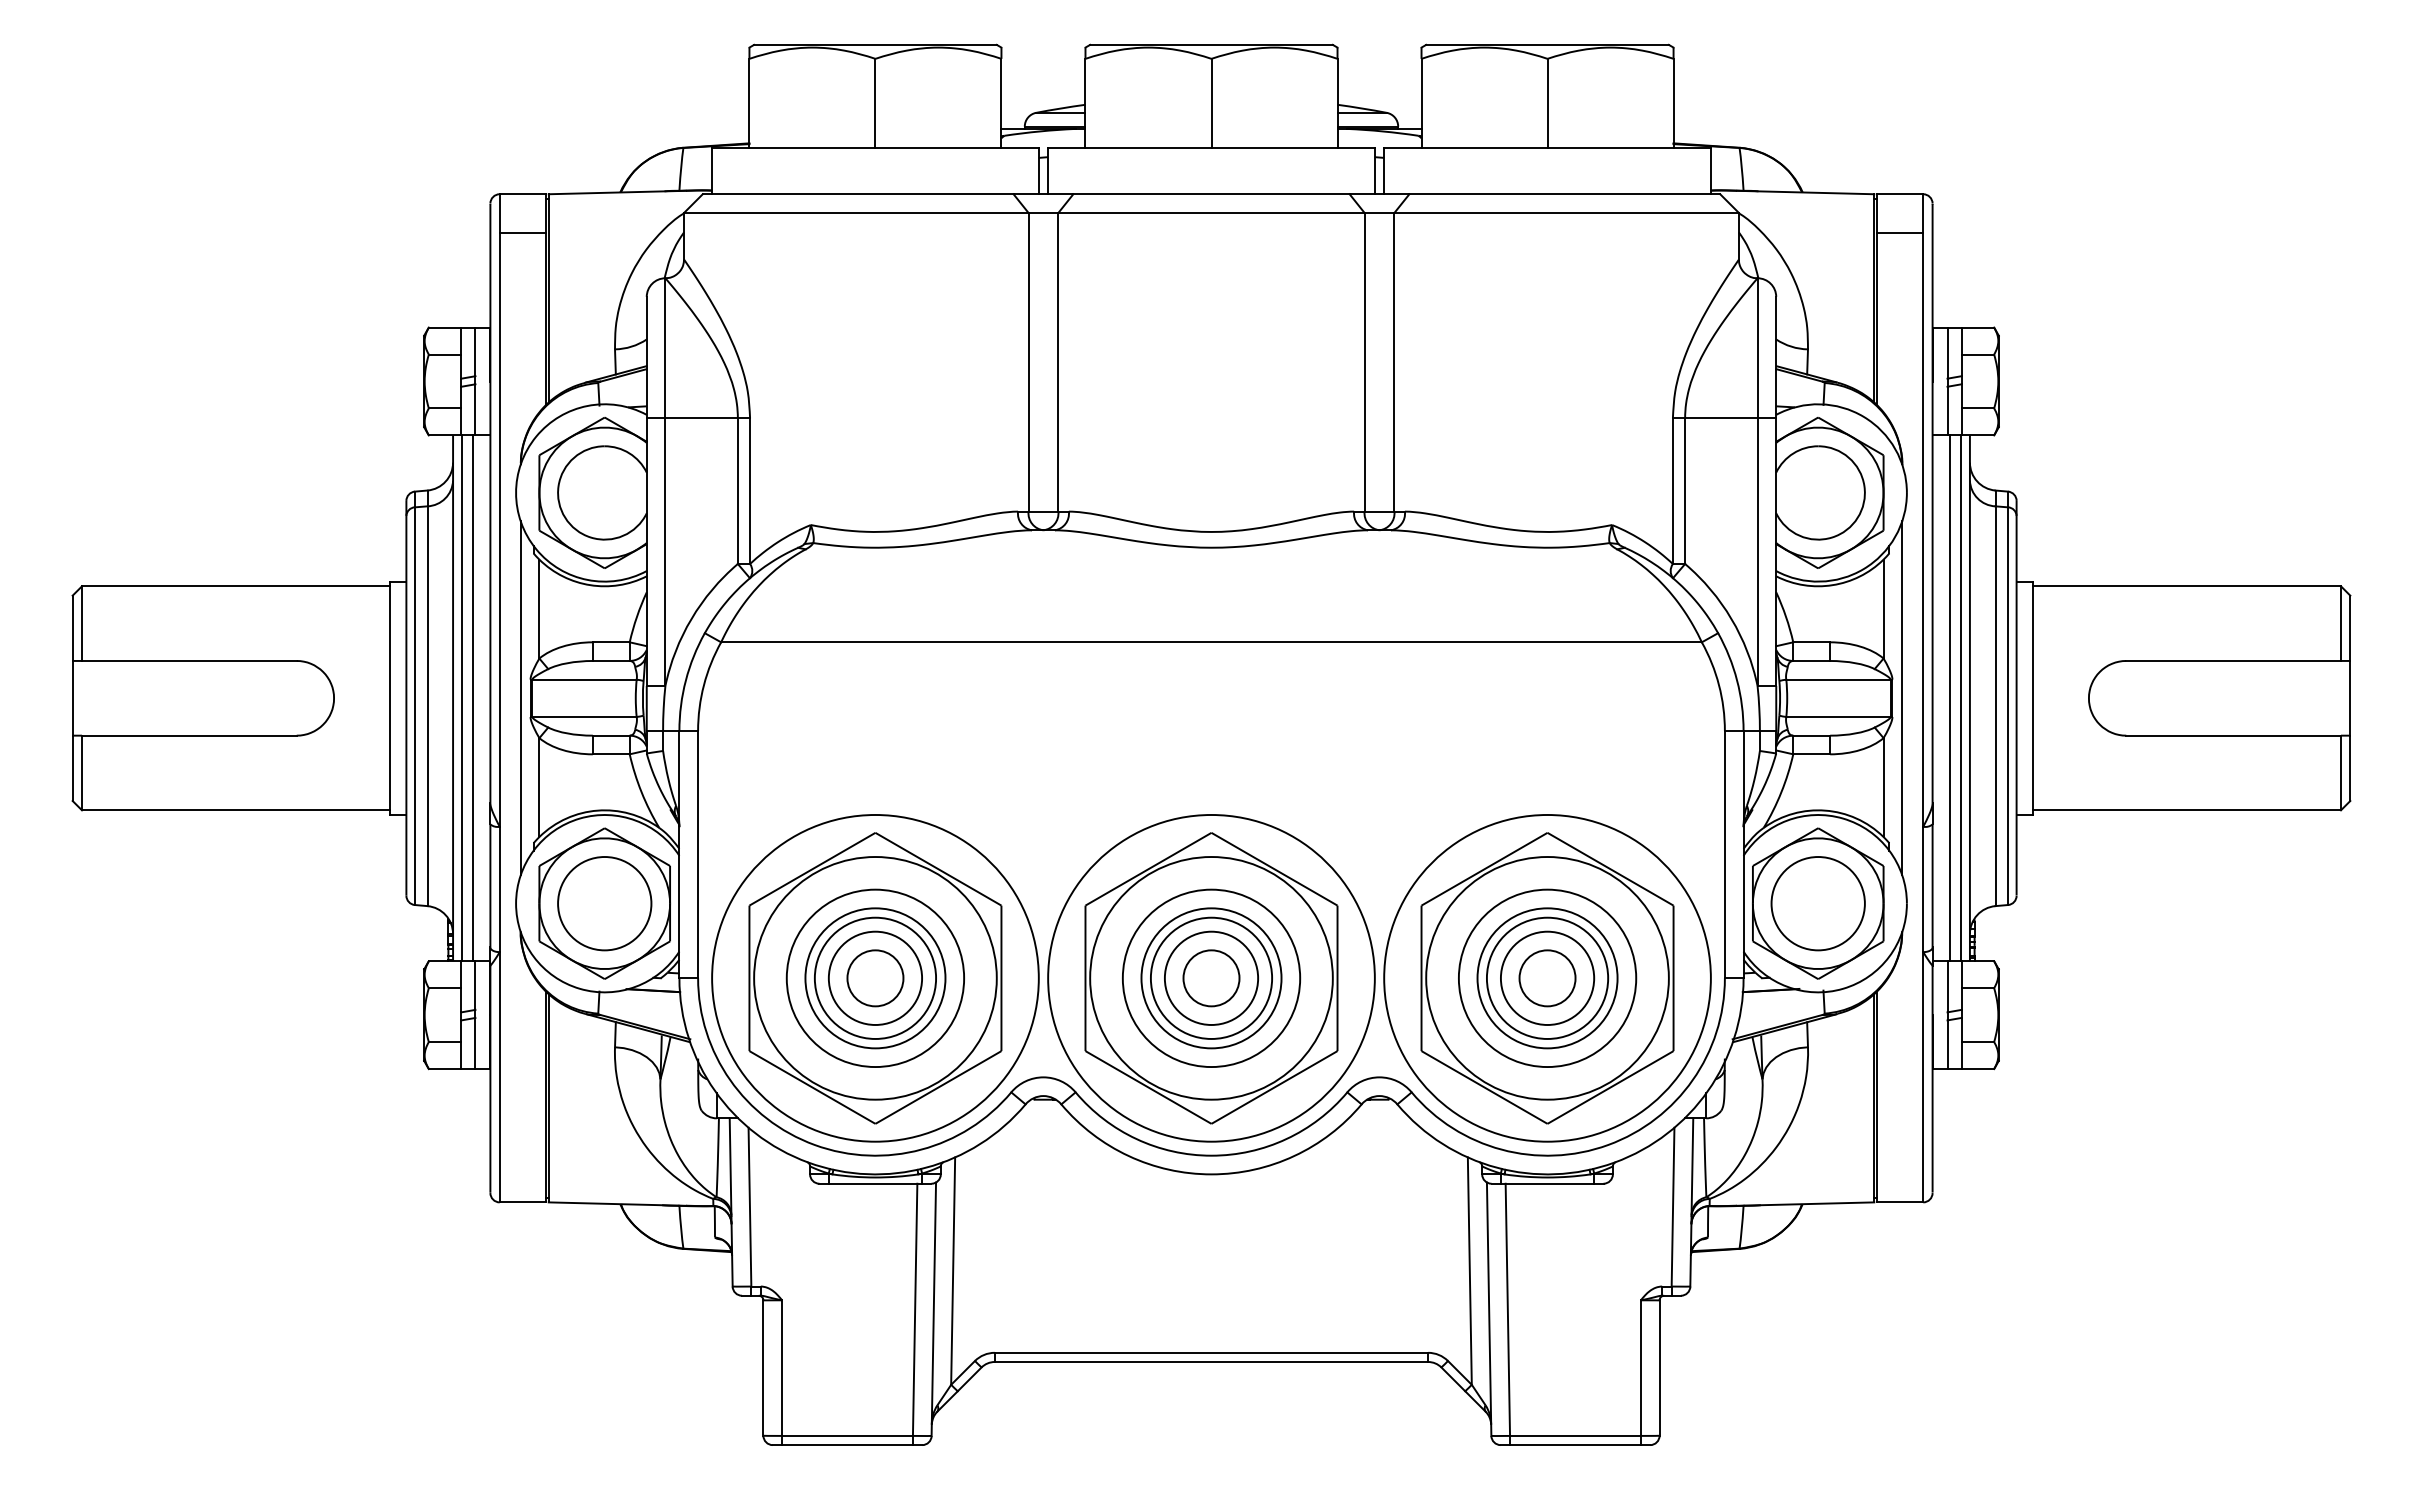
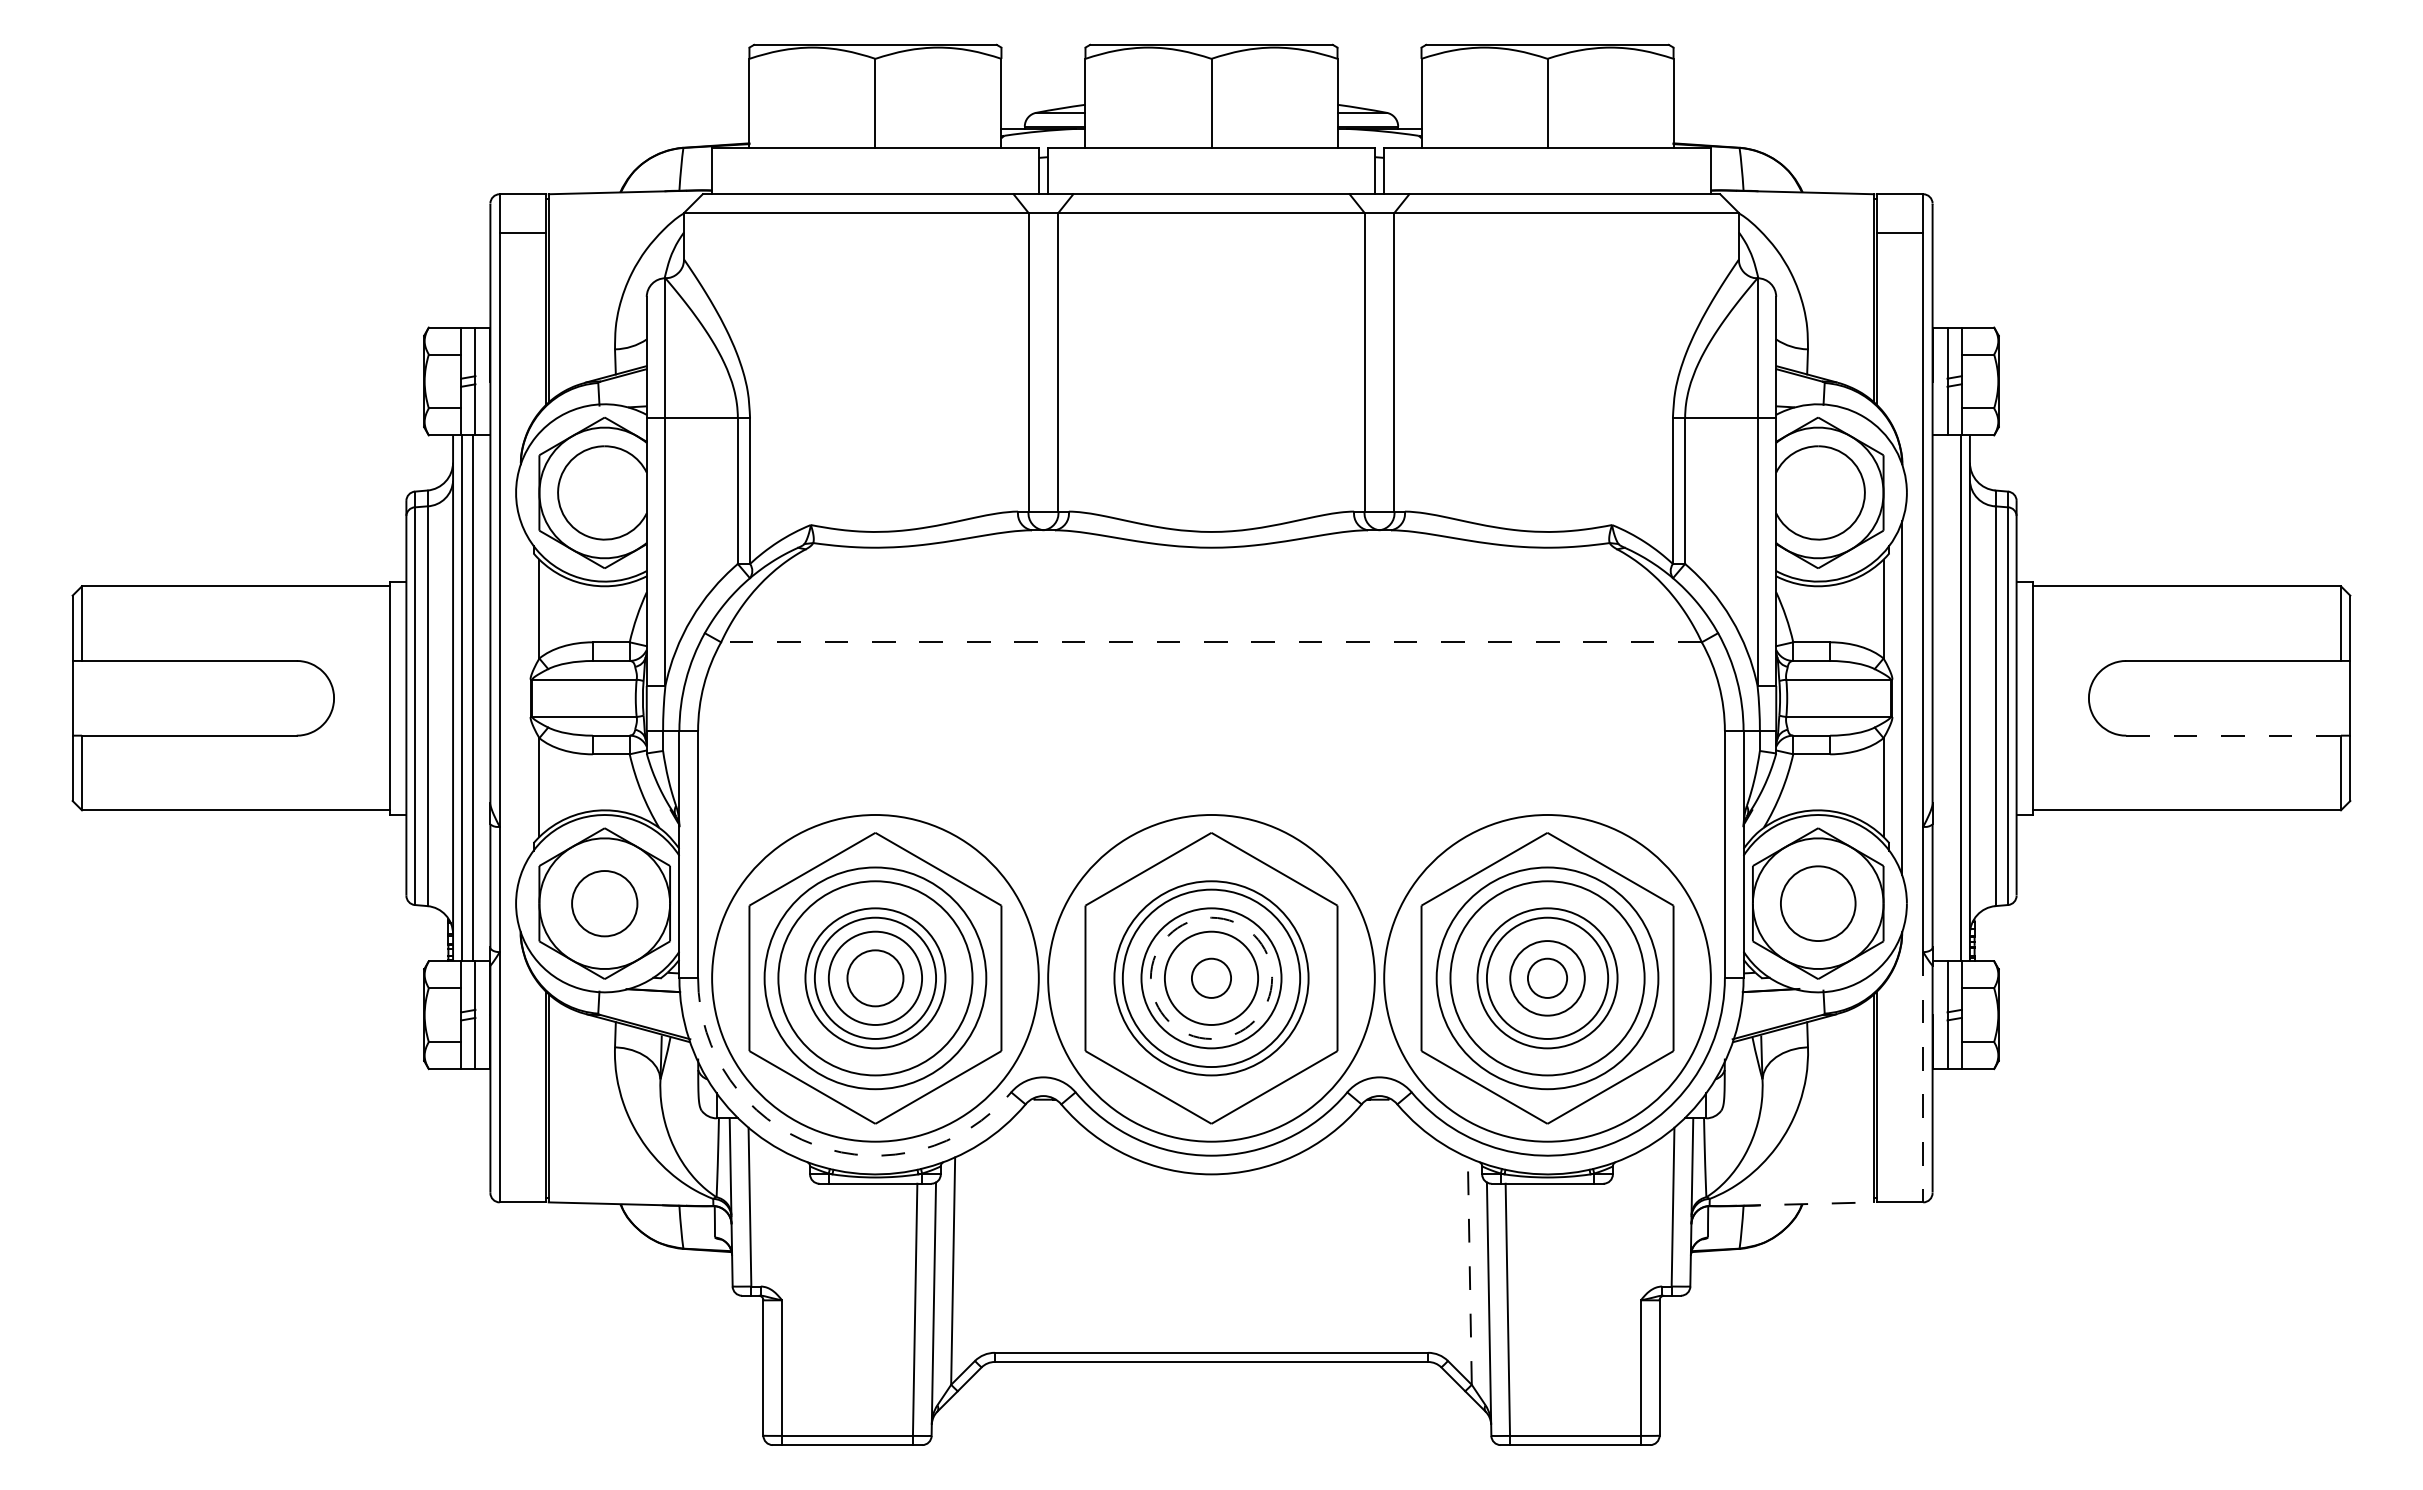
line at (1211, 642): solid -> dashed
line at (520, 698): present -> none
line at (1950, 698): present -> none
line at (2234, 735): solid -> dashed
circle at (604, 903) diameter: 93 px -> 65 px
circle at (1817, 903) diameter: 93 px -> 75 px
circle at (1211, 977): solid -> dashed
circle at (1547, 977) diameter: 93 px -> 75 px
circle at (875, 978) diameter: 177 px -> 222 px
circle at (875, 978) diameter: 243 px -> 194 px
circle at (1211, 978) diameter: 243 px -> 194 px
circle at (1211, 978) diameter: 56 px -> 39 px
circle at (1547, 978) diameter: 177 px -> 222 px
circle at (1547, 978) diameter: 243 px -> 194 px
circle at (1547, 978) diameter: 56 px -> 39 px
line at (1923, 1077): solid -> dashed
arc at (814, 1145): solid -> dashed
line at (1805, 1204): solid -> dashed
line at (1469, 1271): solid -> dashed
